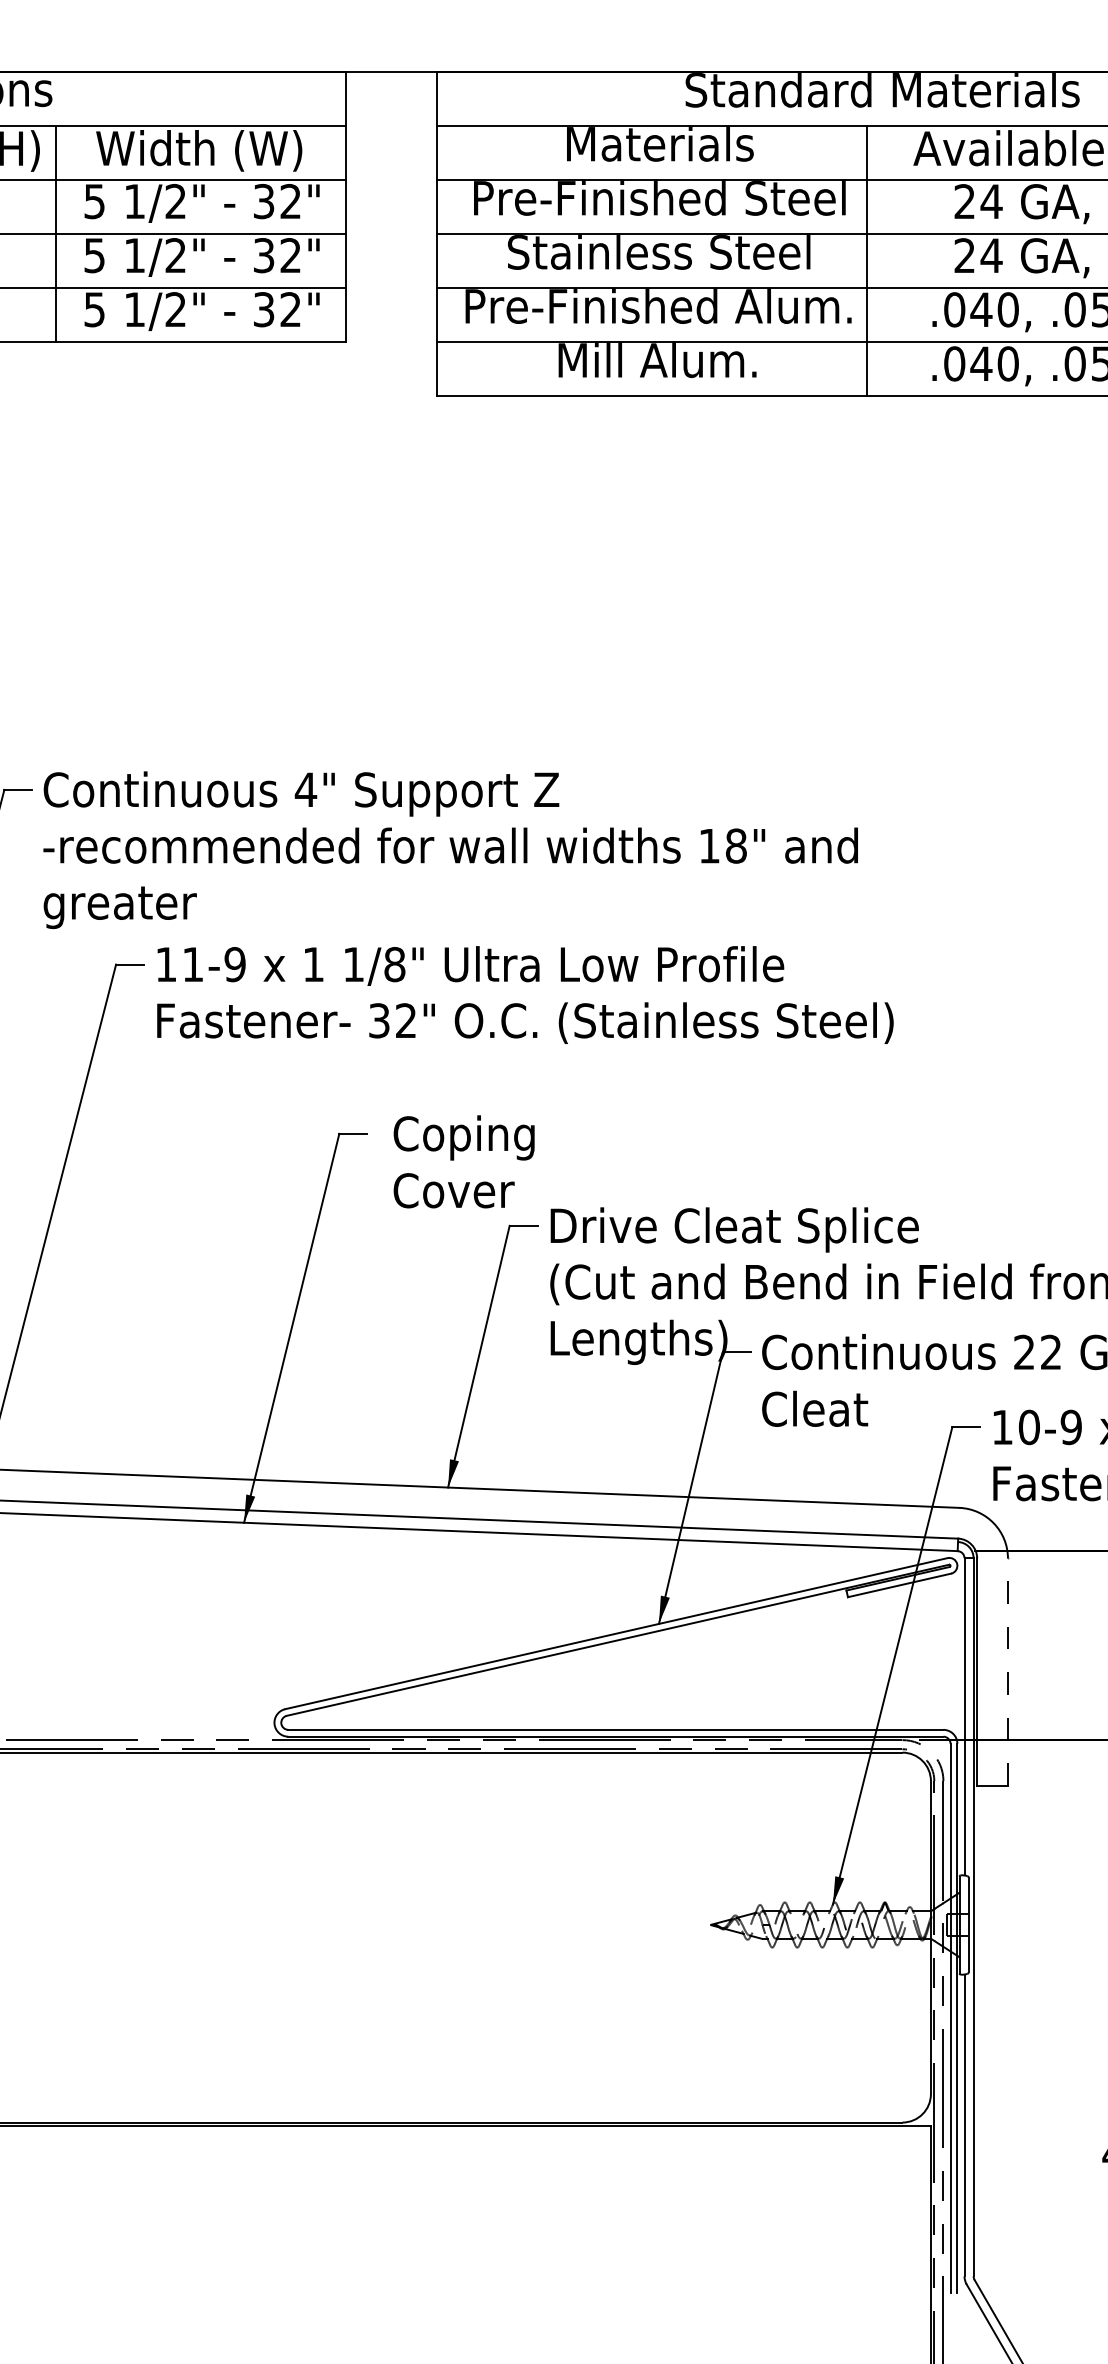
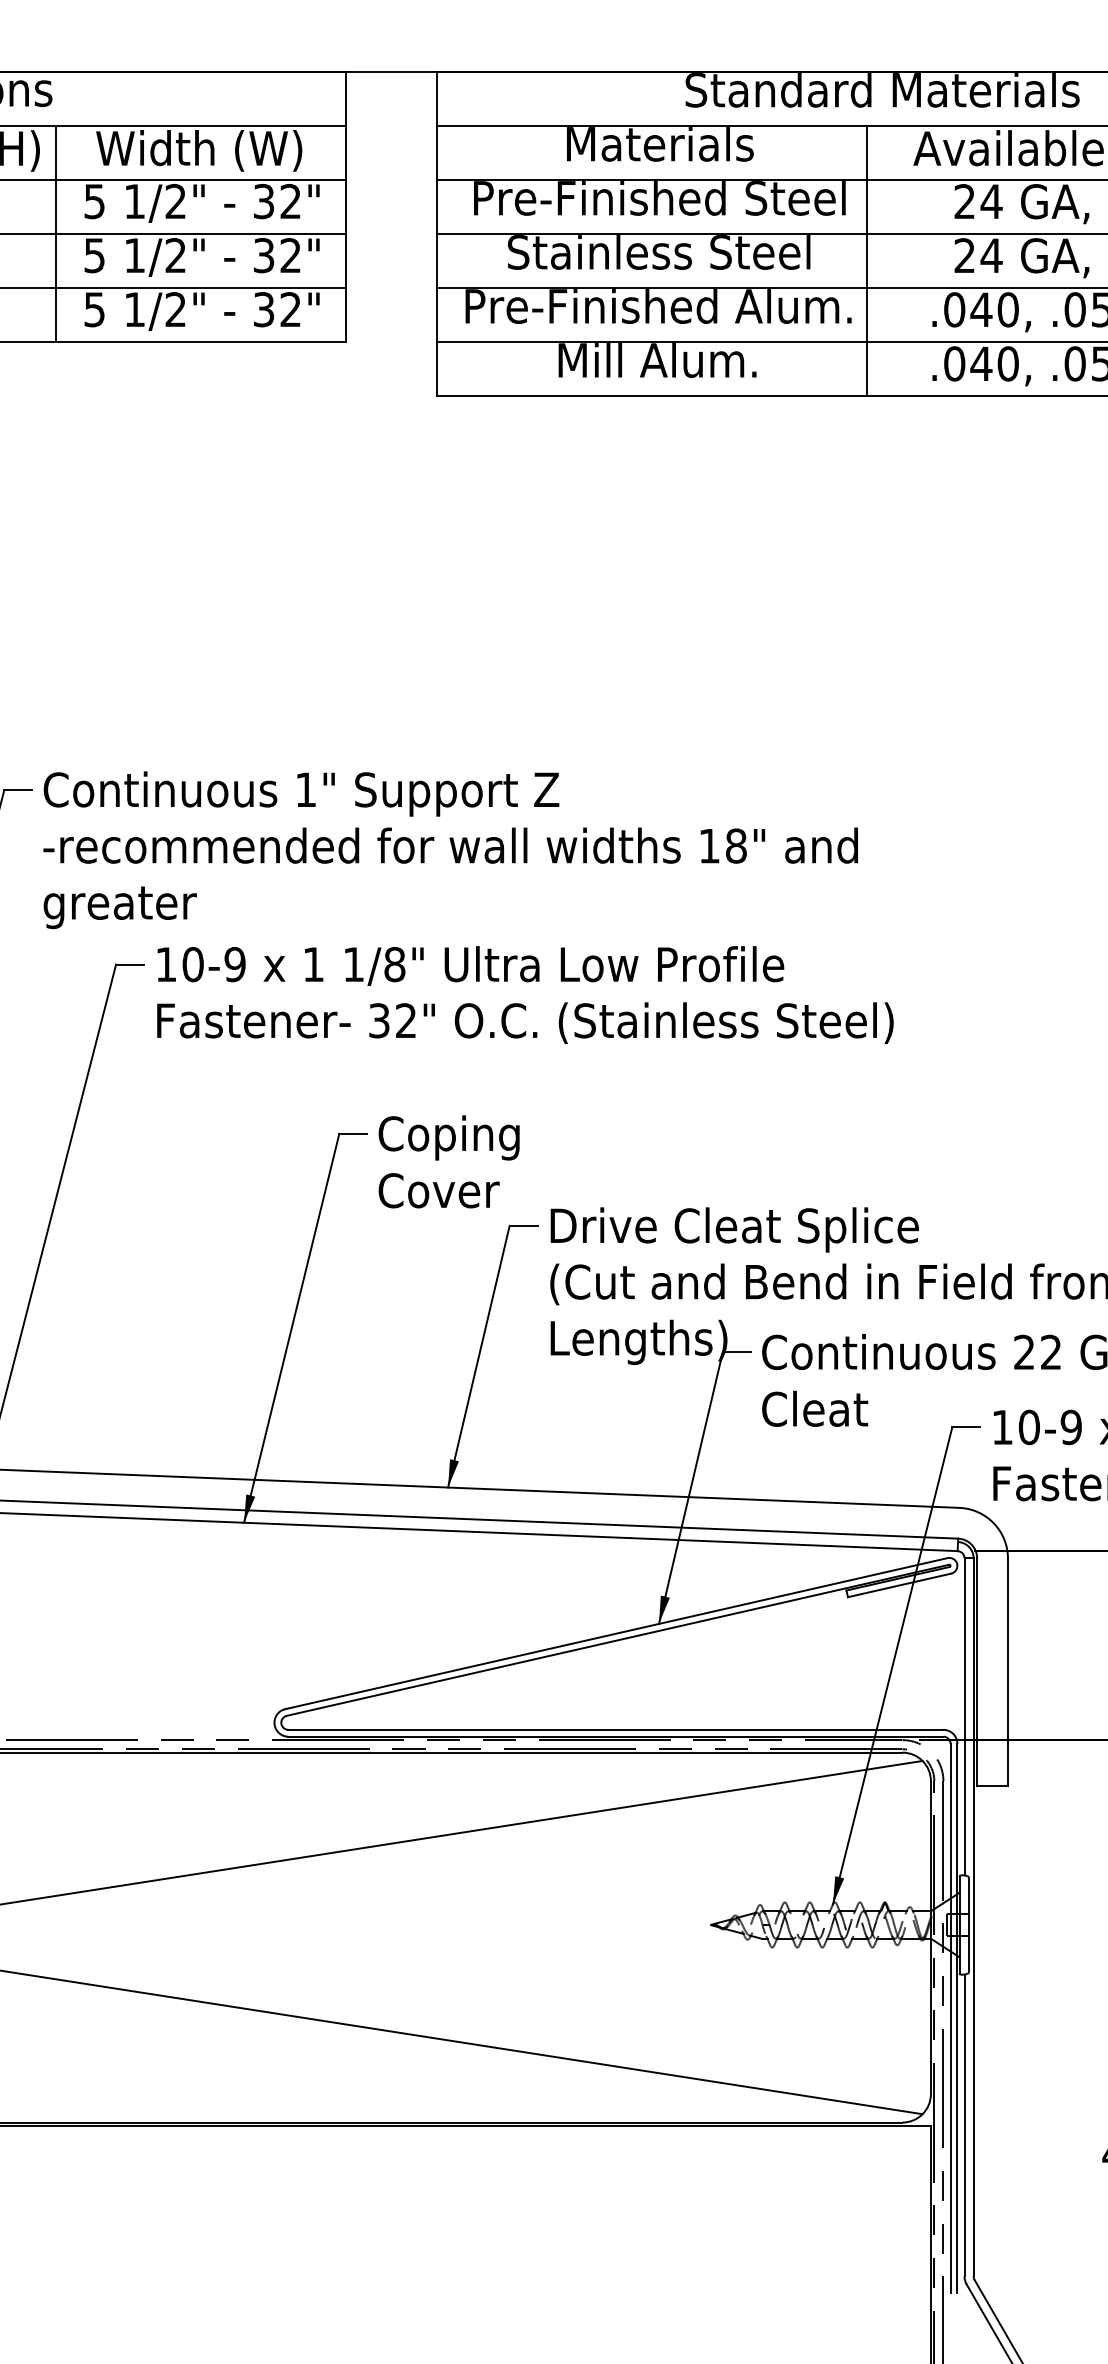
text at (305, 789): 4" -> 1"
text at (192, 964): 11-9 -> 10-9
text at (463, 1161) position: (463, 1161) -> (448, 1161)
line at (1007, 1672): dashed -> solid
line at (462, 1832): none -> present
line at (462, 2042): none -> present
